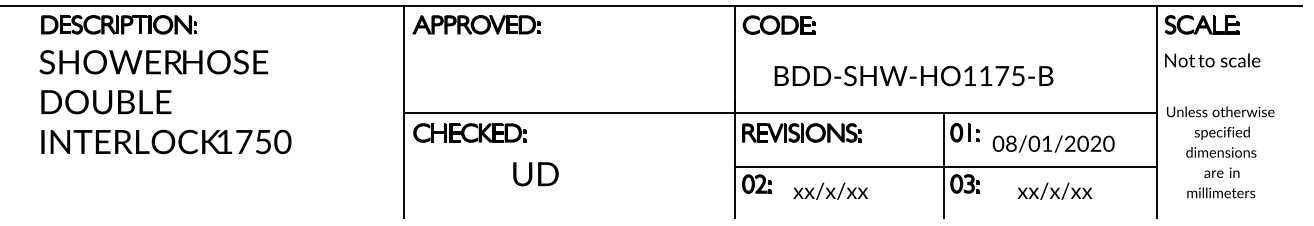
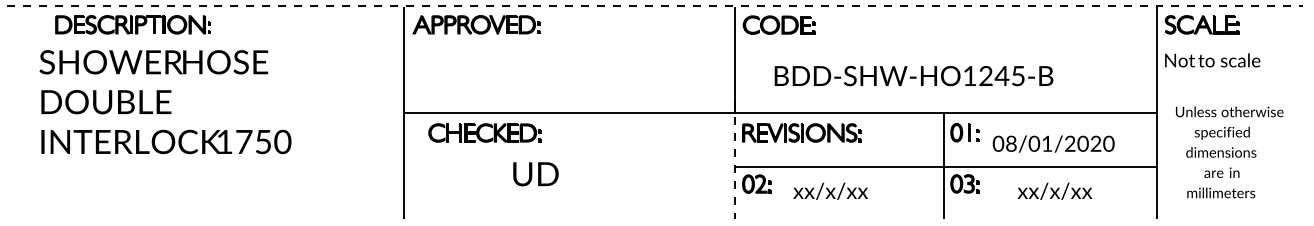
line at (651, 6): solid -> dashed
part at (118, 24) position: (118, 24) -> (132, 24)
text at (994, 75): BDD-SHW-HO1175-B -> BDD-SHW-HO1245-B
text at (1220, 111) position: (1220, 111) -> (1229, 111)
part at (469, 132) position: (469, 132) -> (484, 132)
line at (734, 160): solid -> dashed
